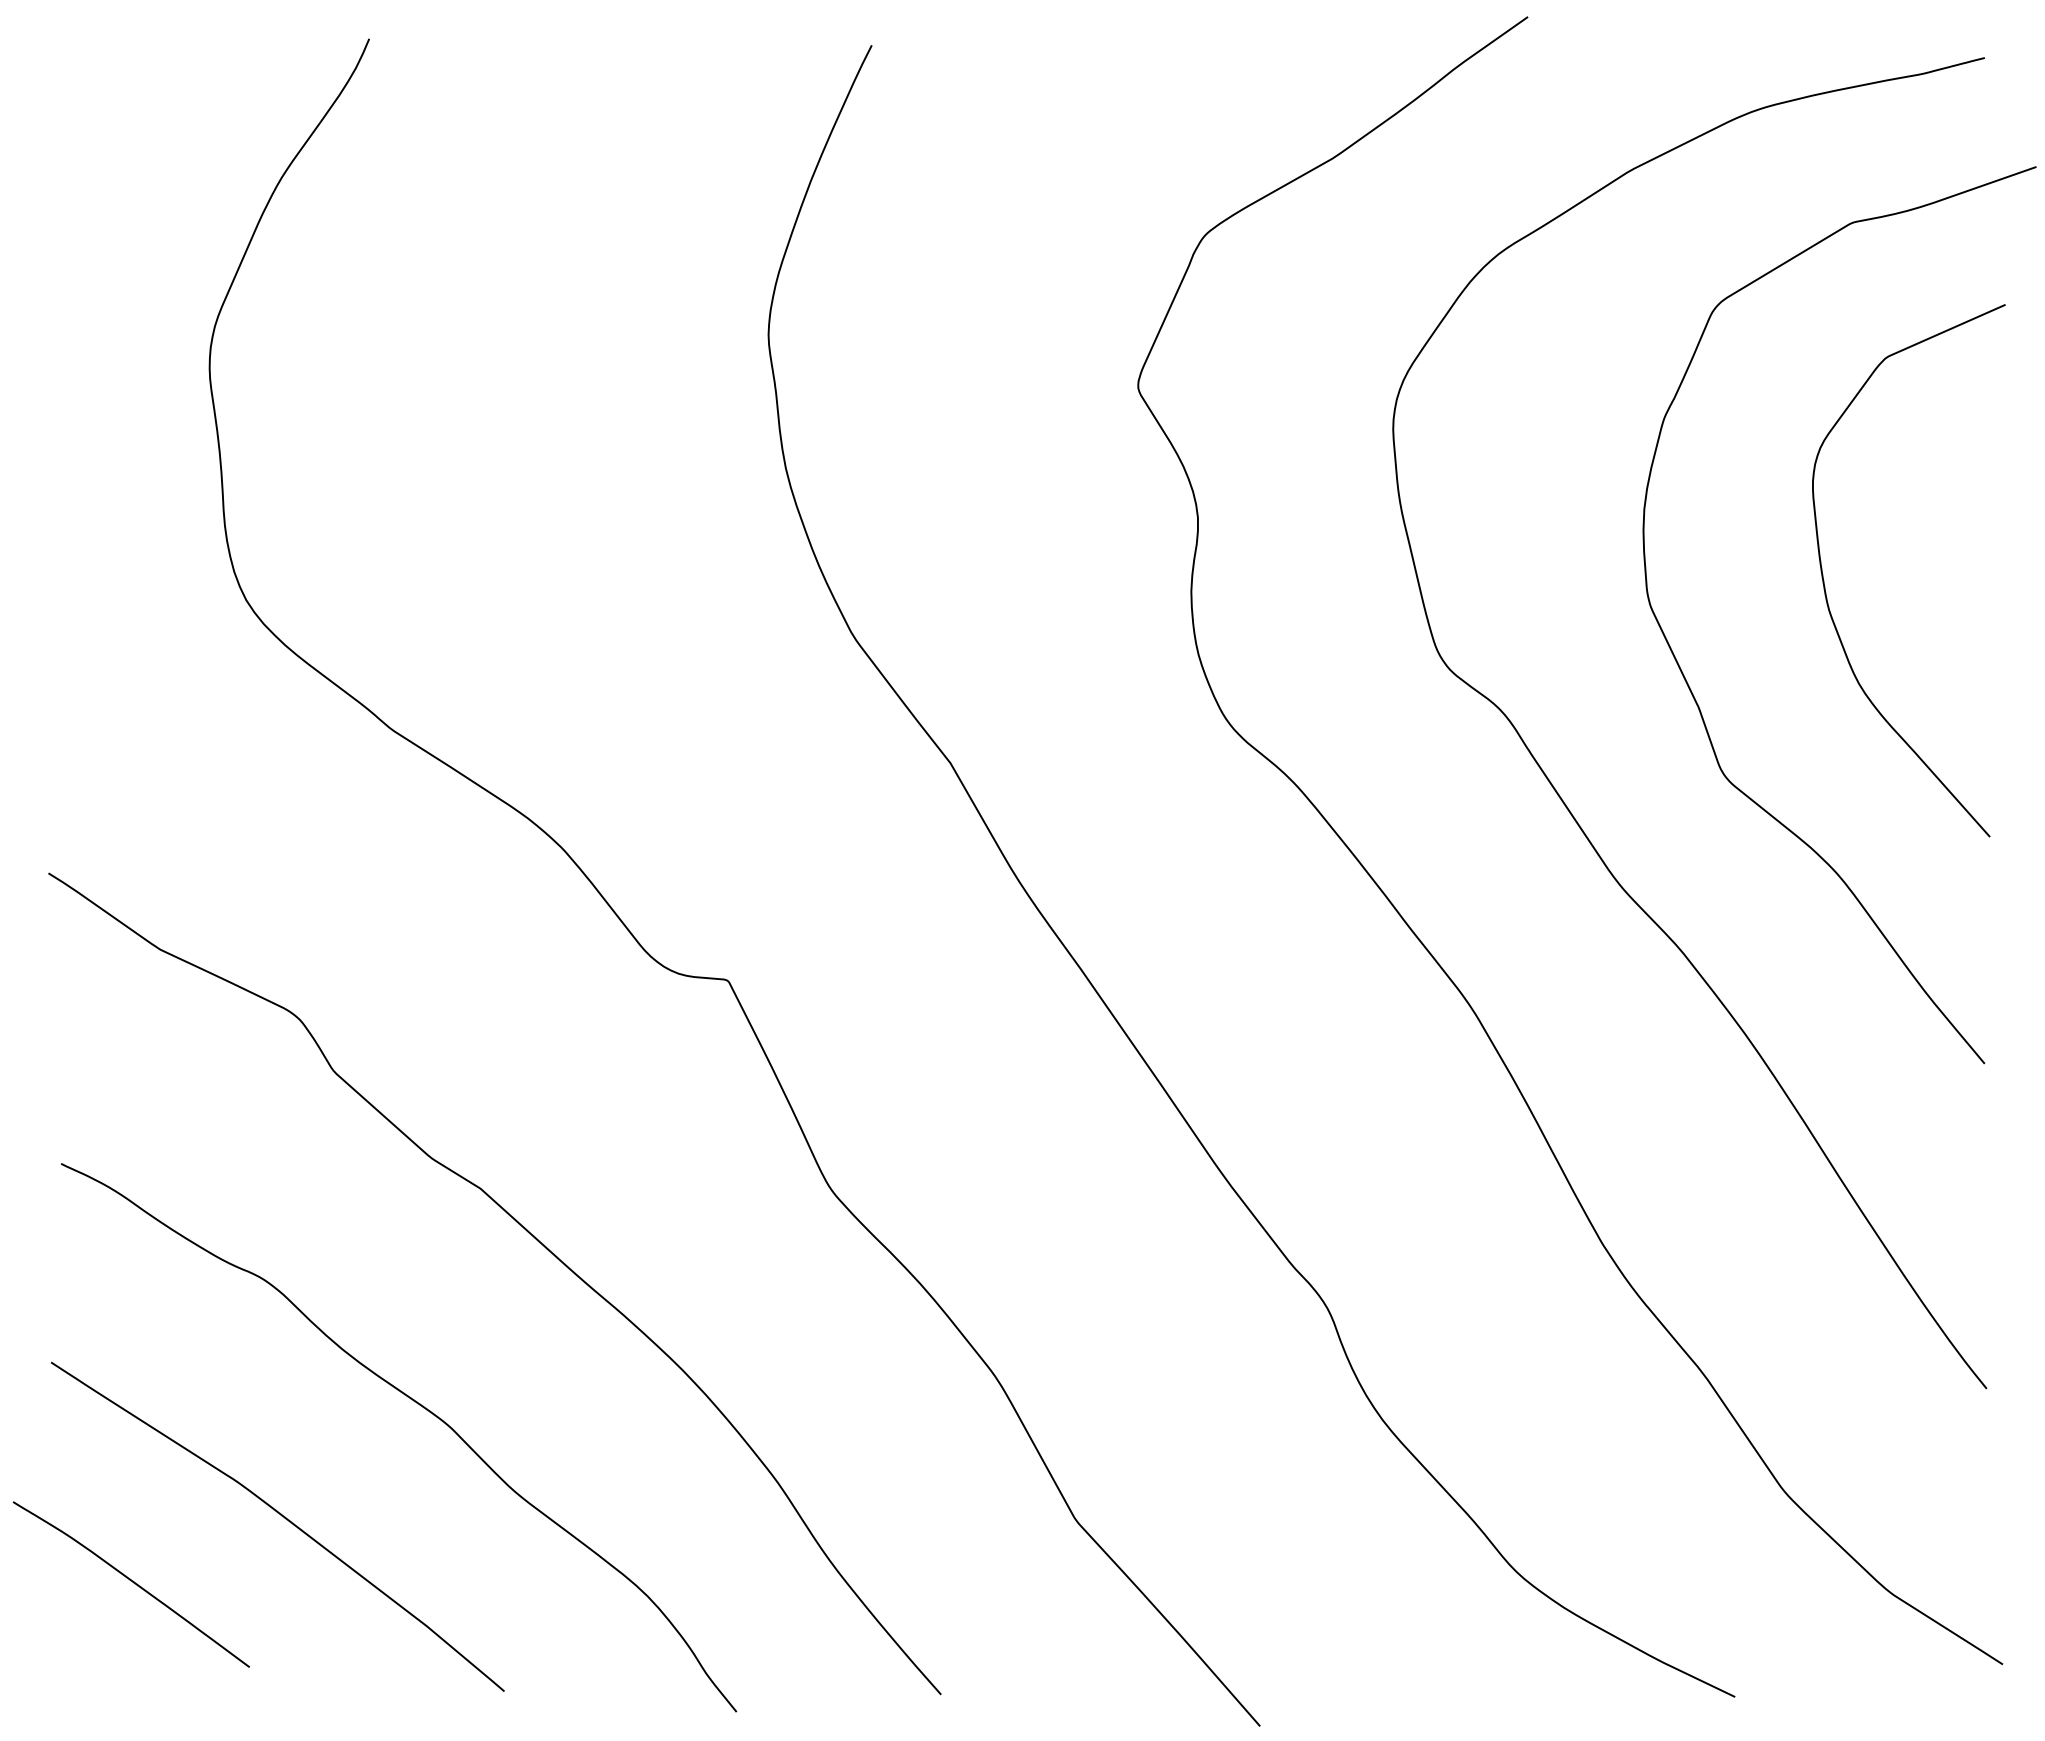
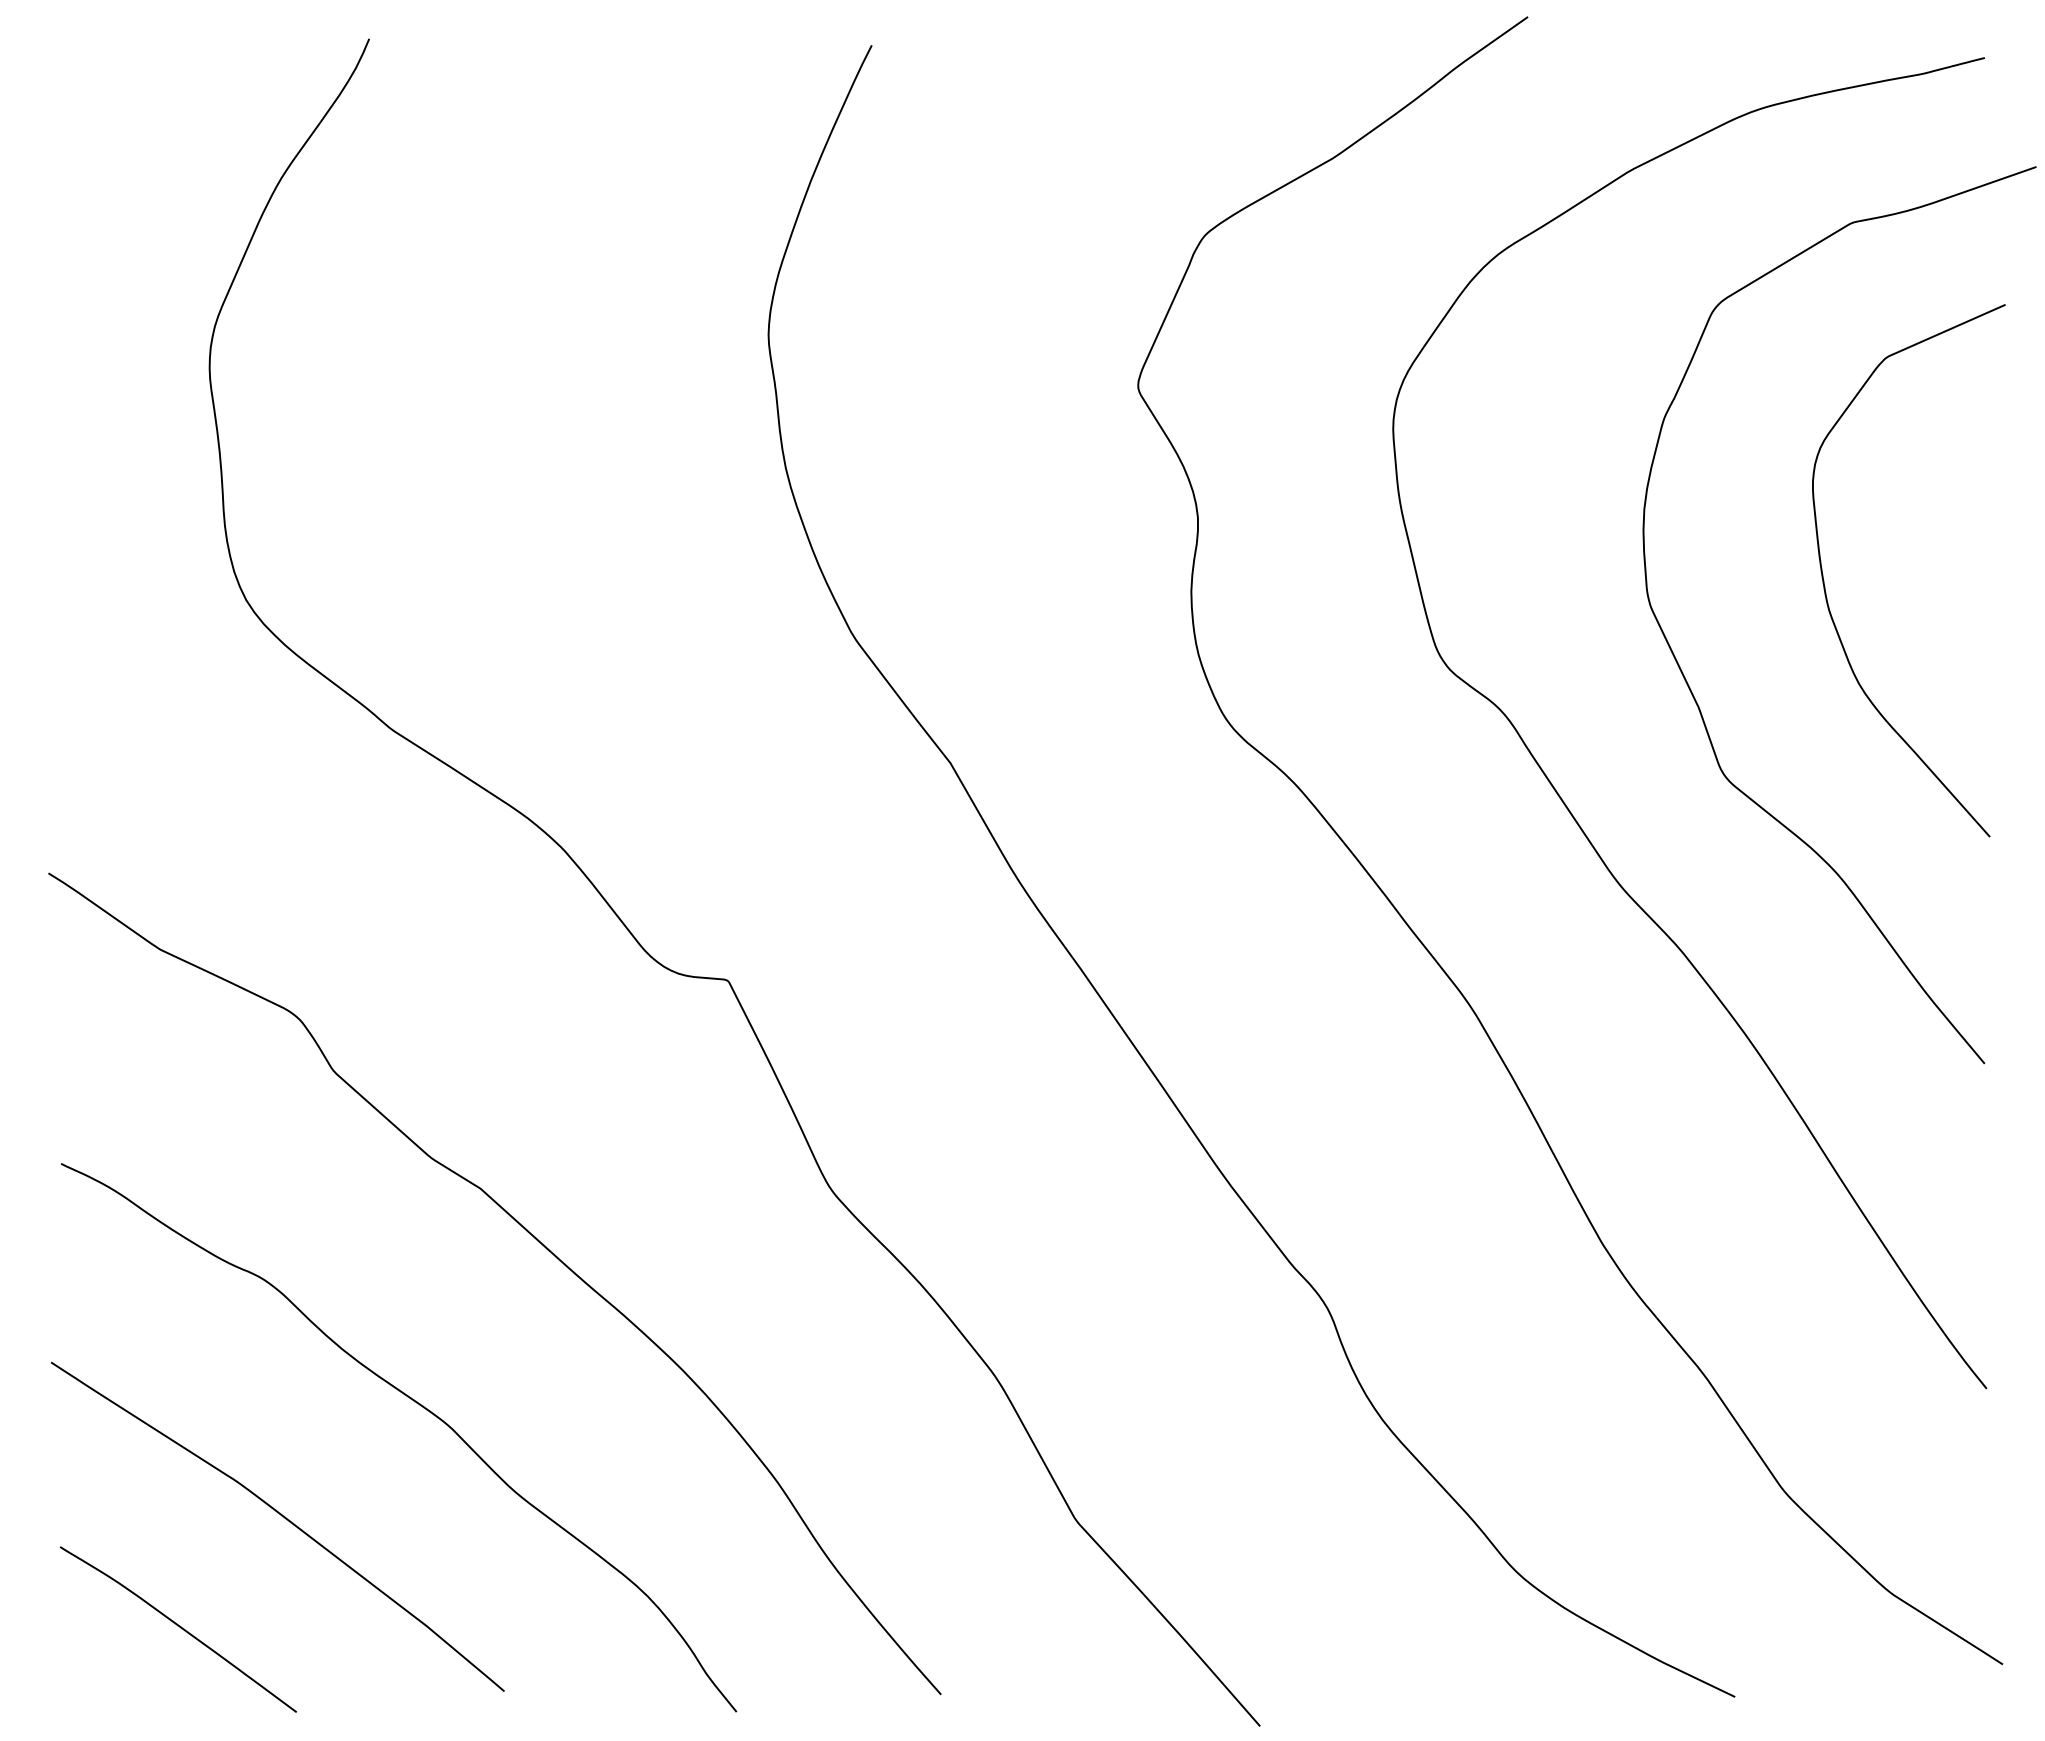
curve at (132, 1582) position: (132, 1582) -> (179, 1627)
